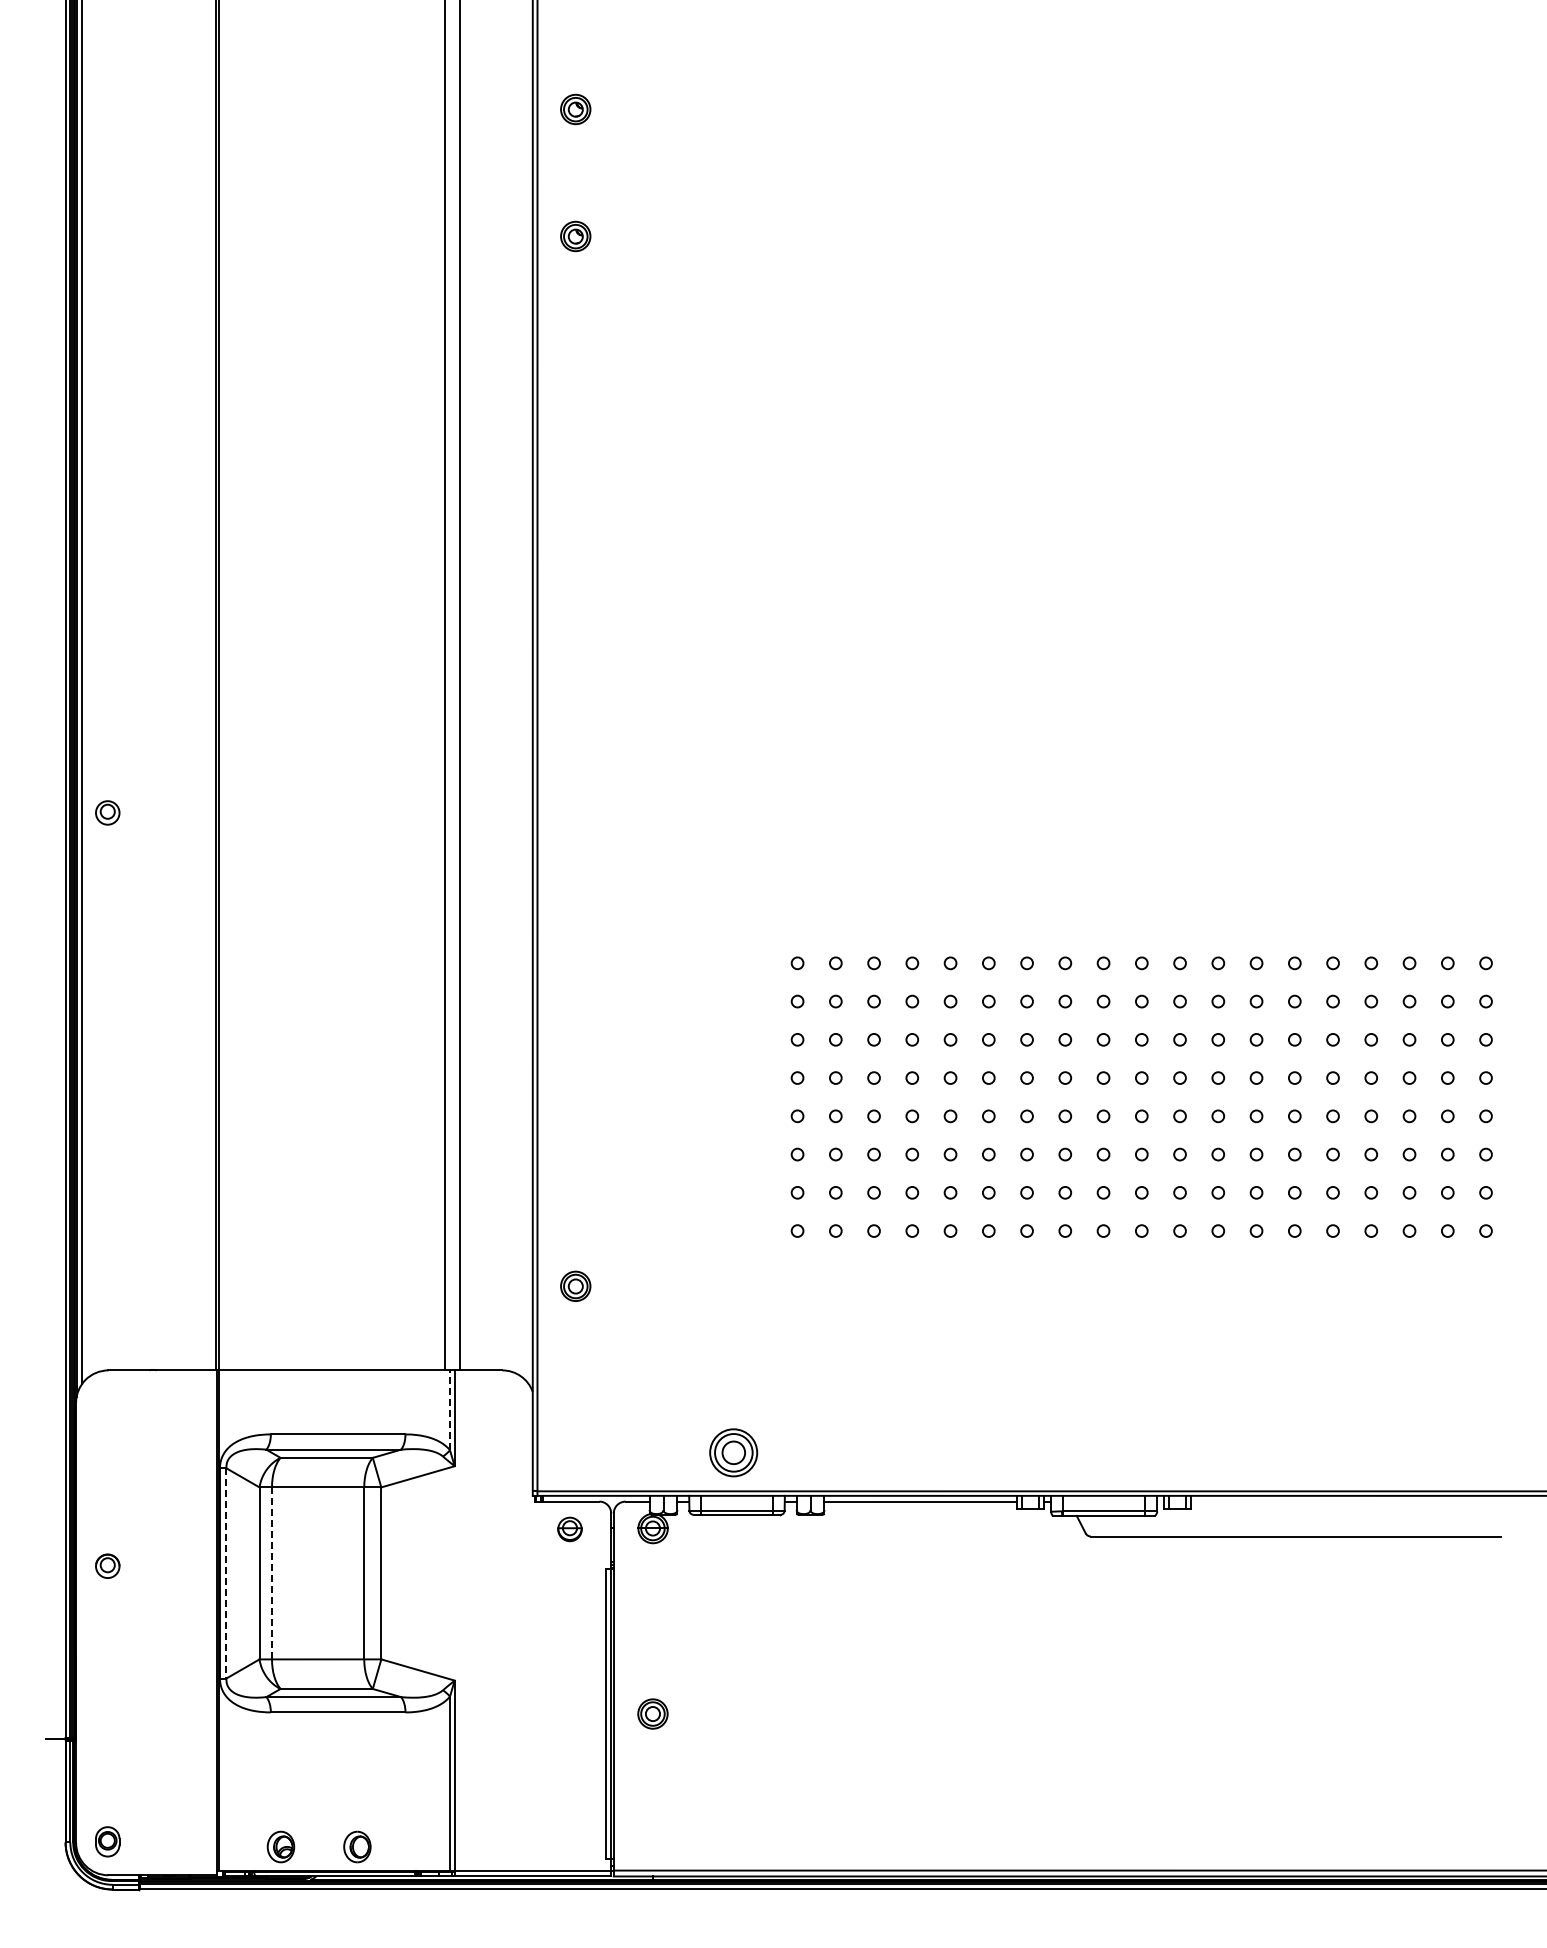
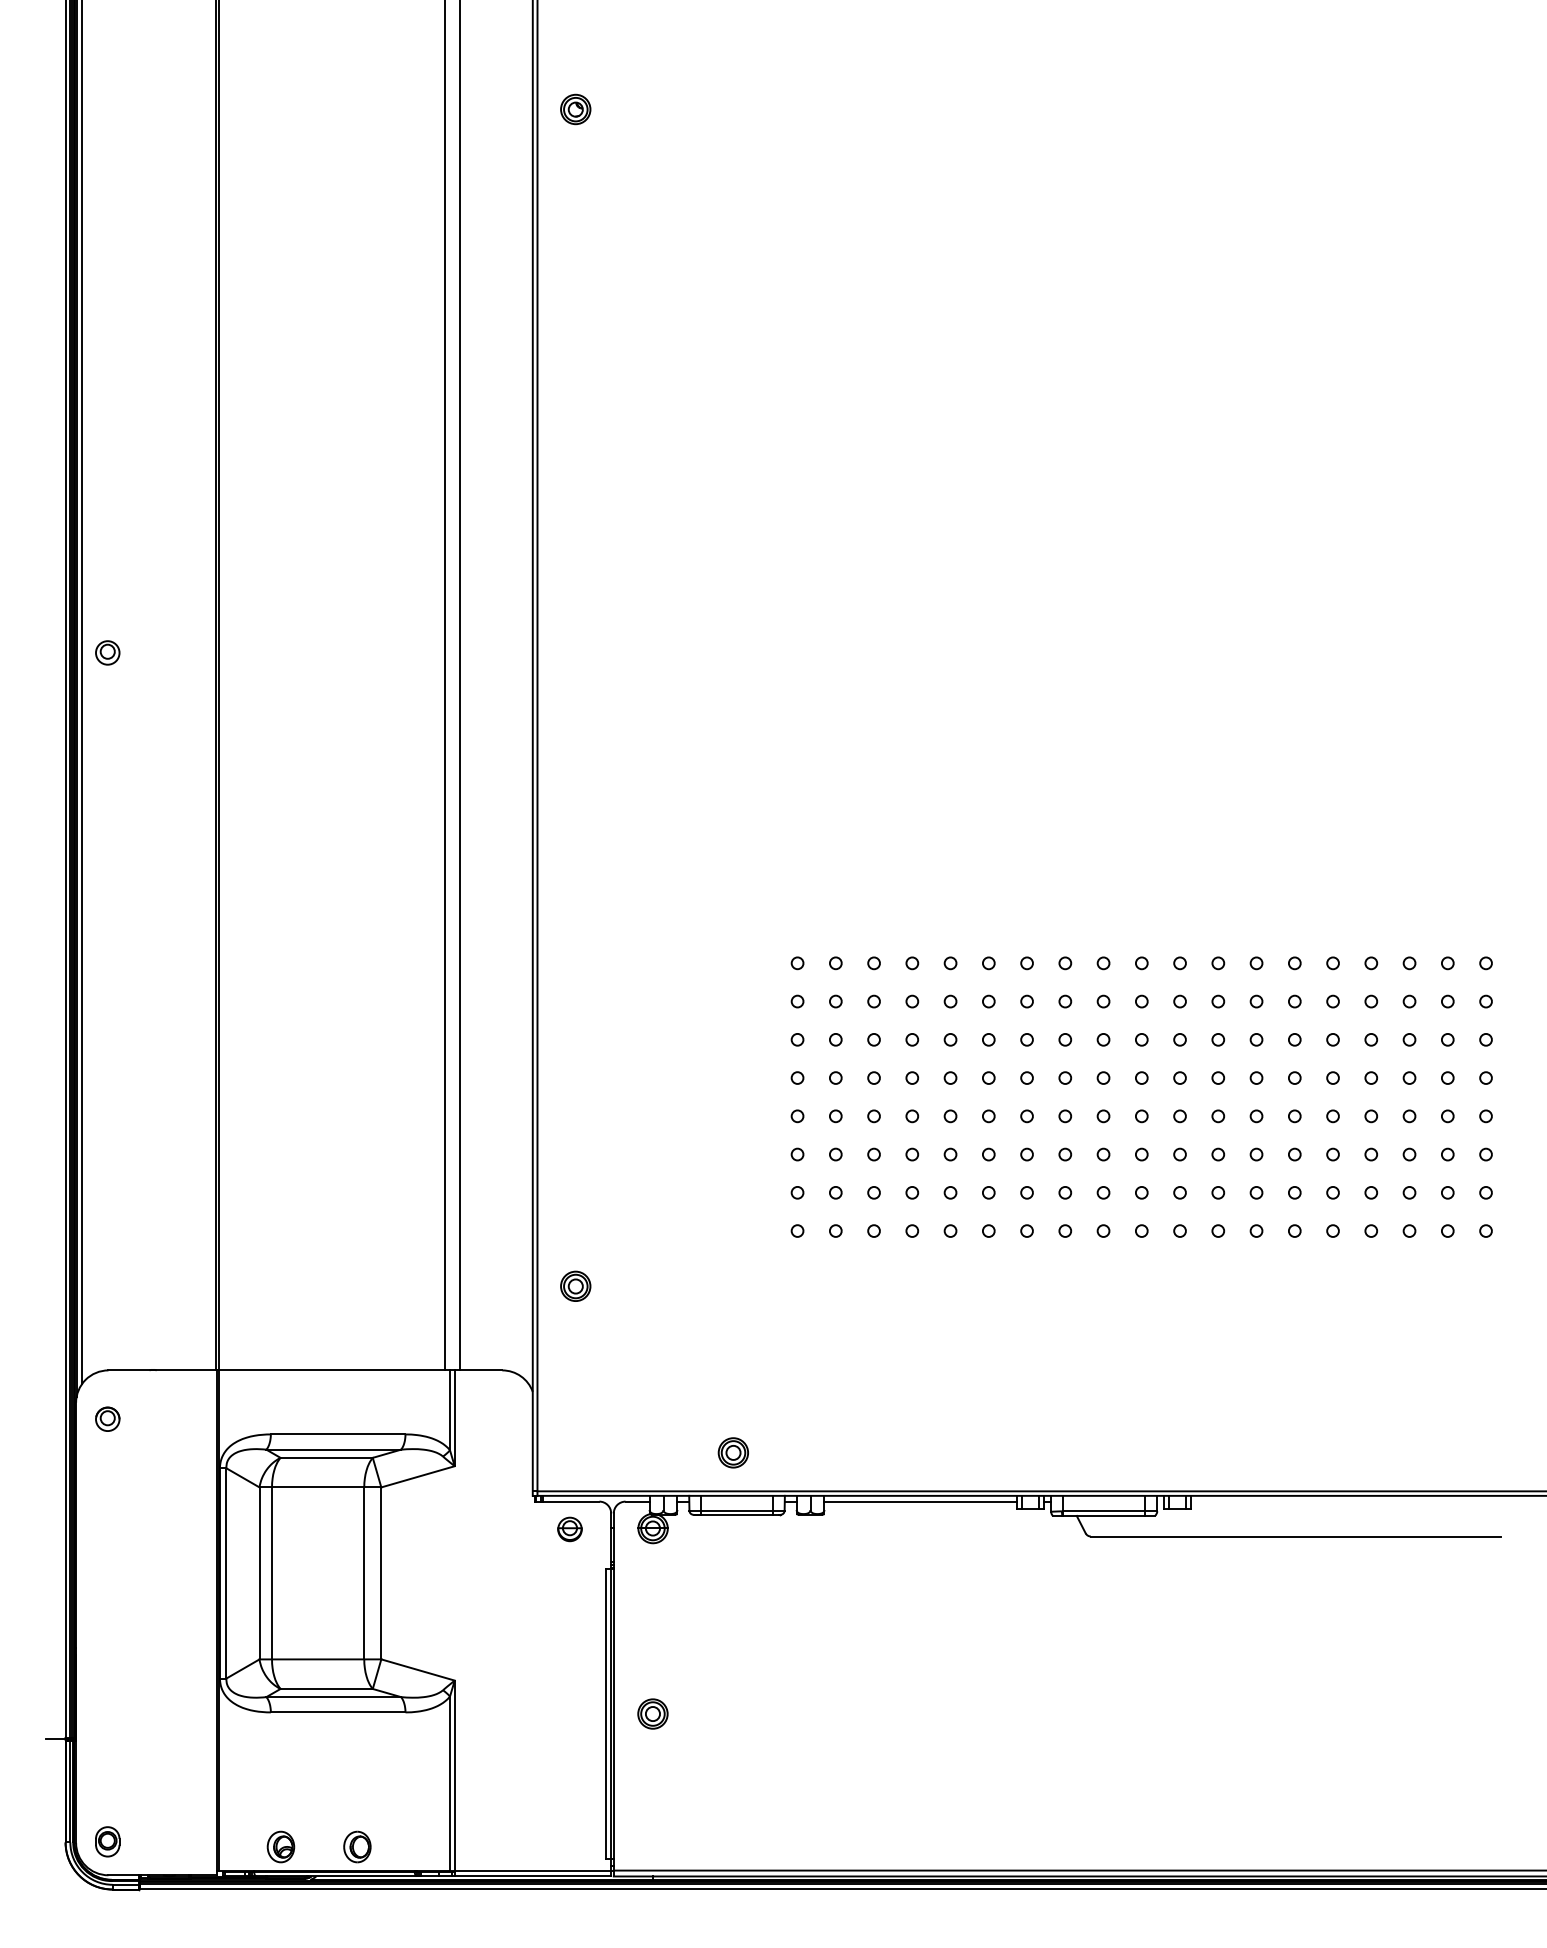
part at (575, 236): present -> none
part at (107, 812) position: (107, 812) -> (107, 652)
line at (450, 1410): dashed -> solid
part at (733, 1452) size: 50x50 px -> 32x32 px
part at (107, 1565) position: (107, 1565) -> (107, 1418)
line at (226, 1573): dashed -> solid
line at (272, 1573): dashed -> solid
